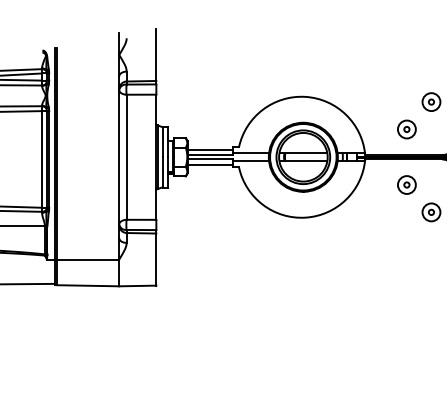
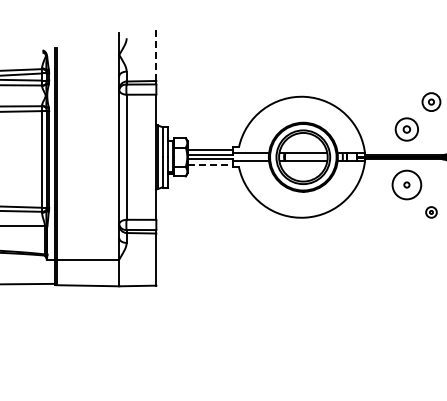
line at (156, 54): solid -> dashed
part at (406, 129) size: 20x21 px -> 25x25 px
line at (210, 164): solid -> dashed
circle at (406, 184) diameter: 18 px -> 29 px
part at (431, 212) size: 21x21 px -> 13x13 px
